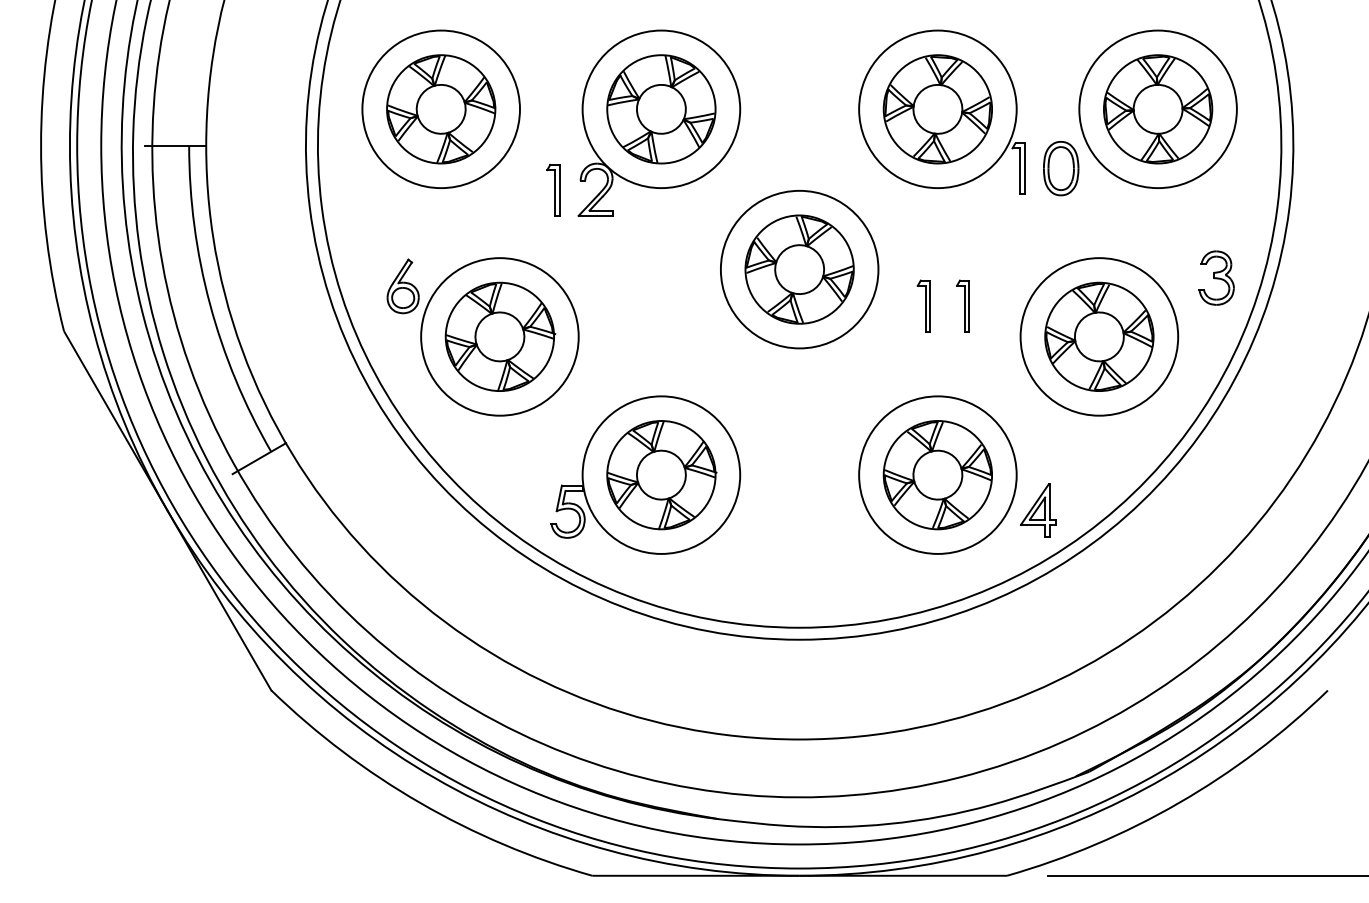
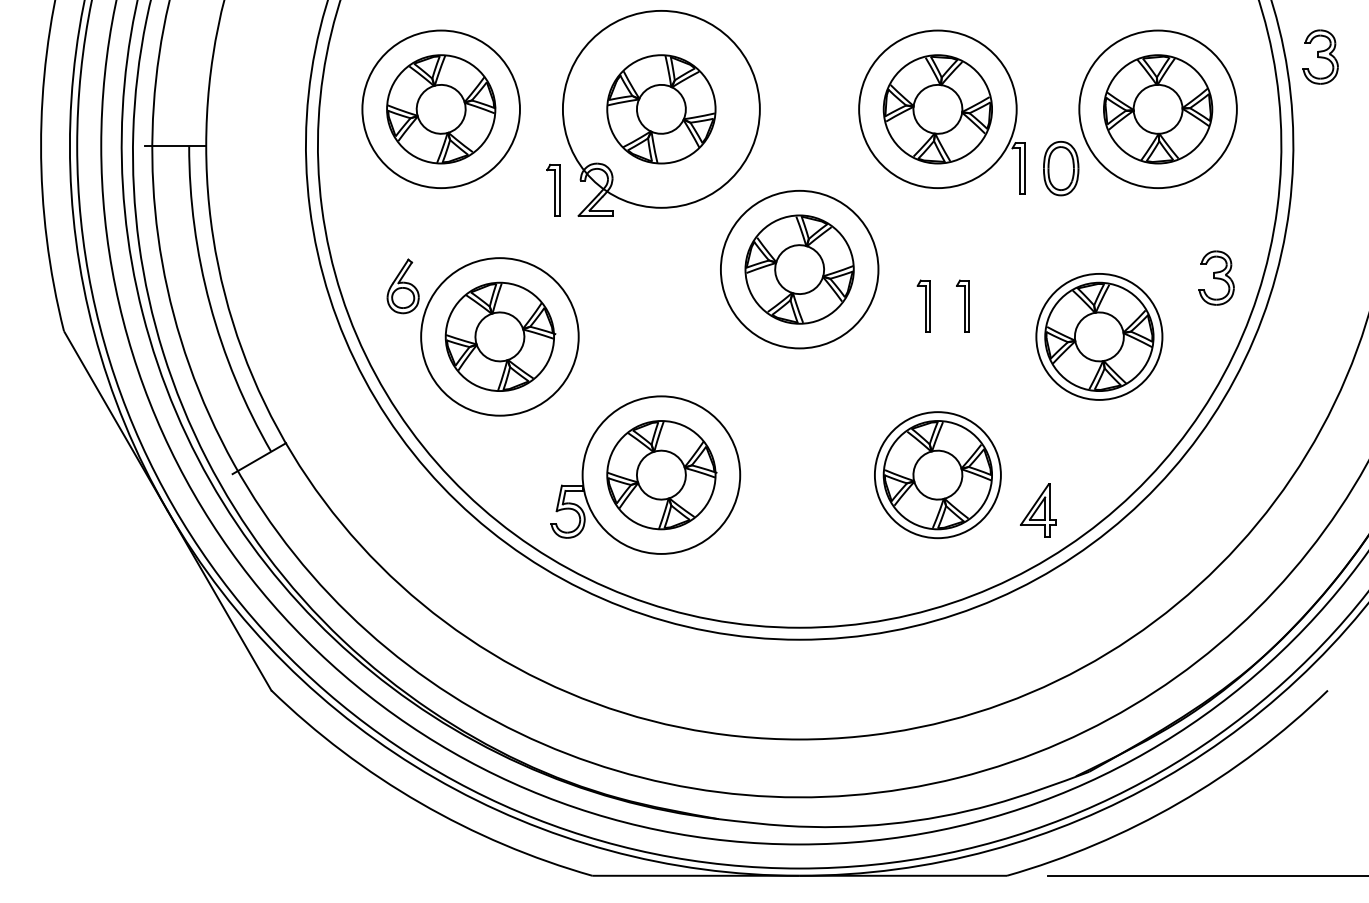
part at (1320, 56): none -> present
circle at (661, 109) diameter: 158 px -> 197 px
circle at (1099, 336) diameter: 158 px -> 126 px
circle at (937, 474) diameter: 158 px -> 126 px
